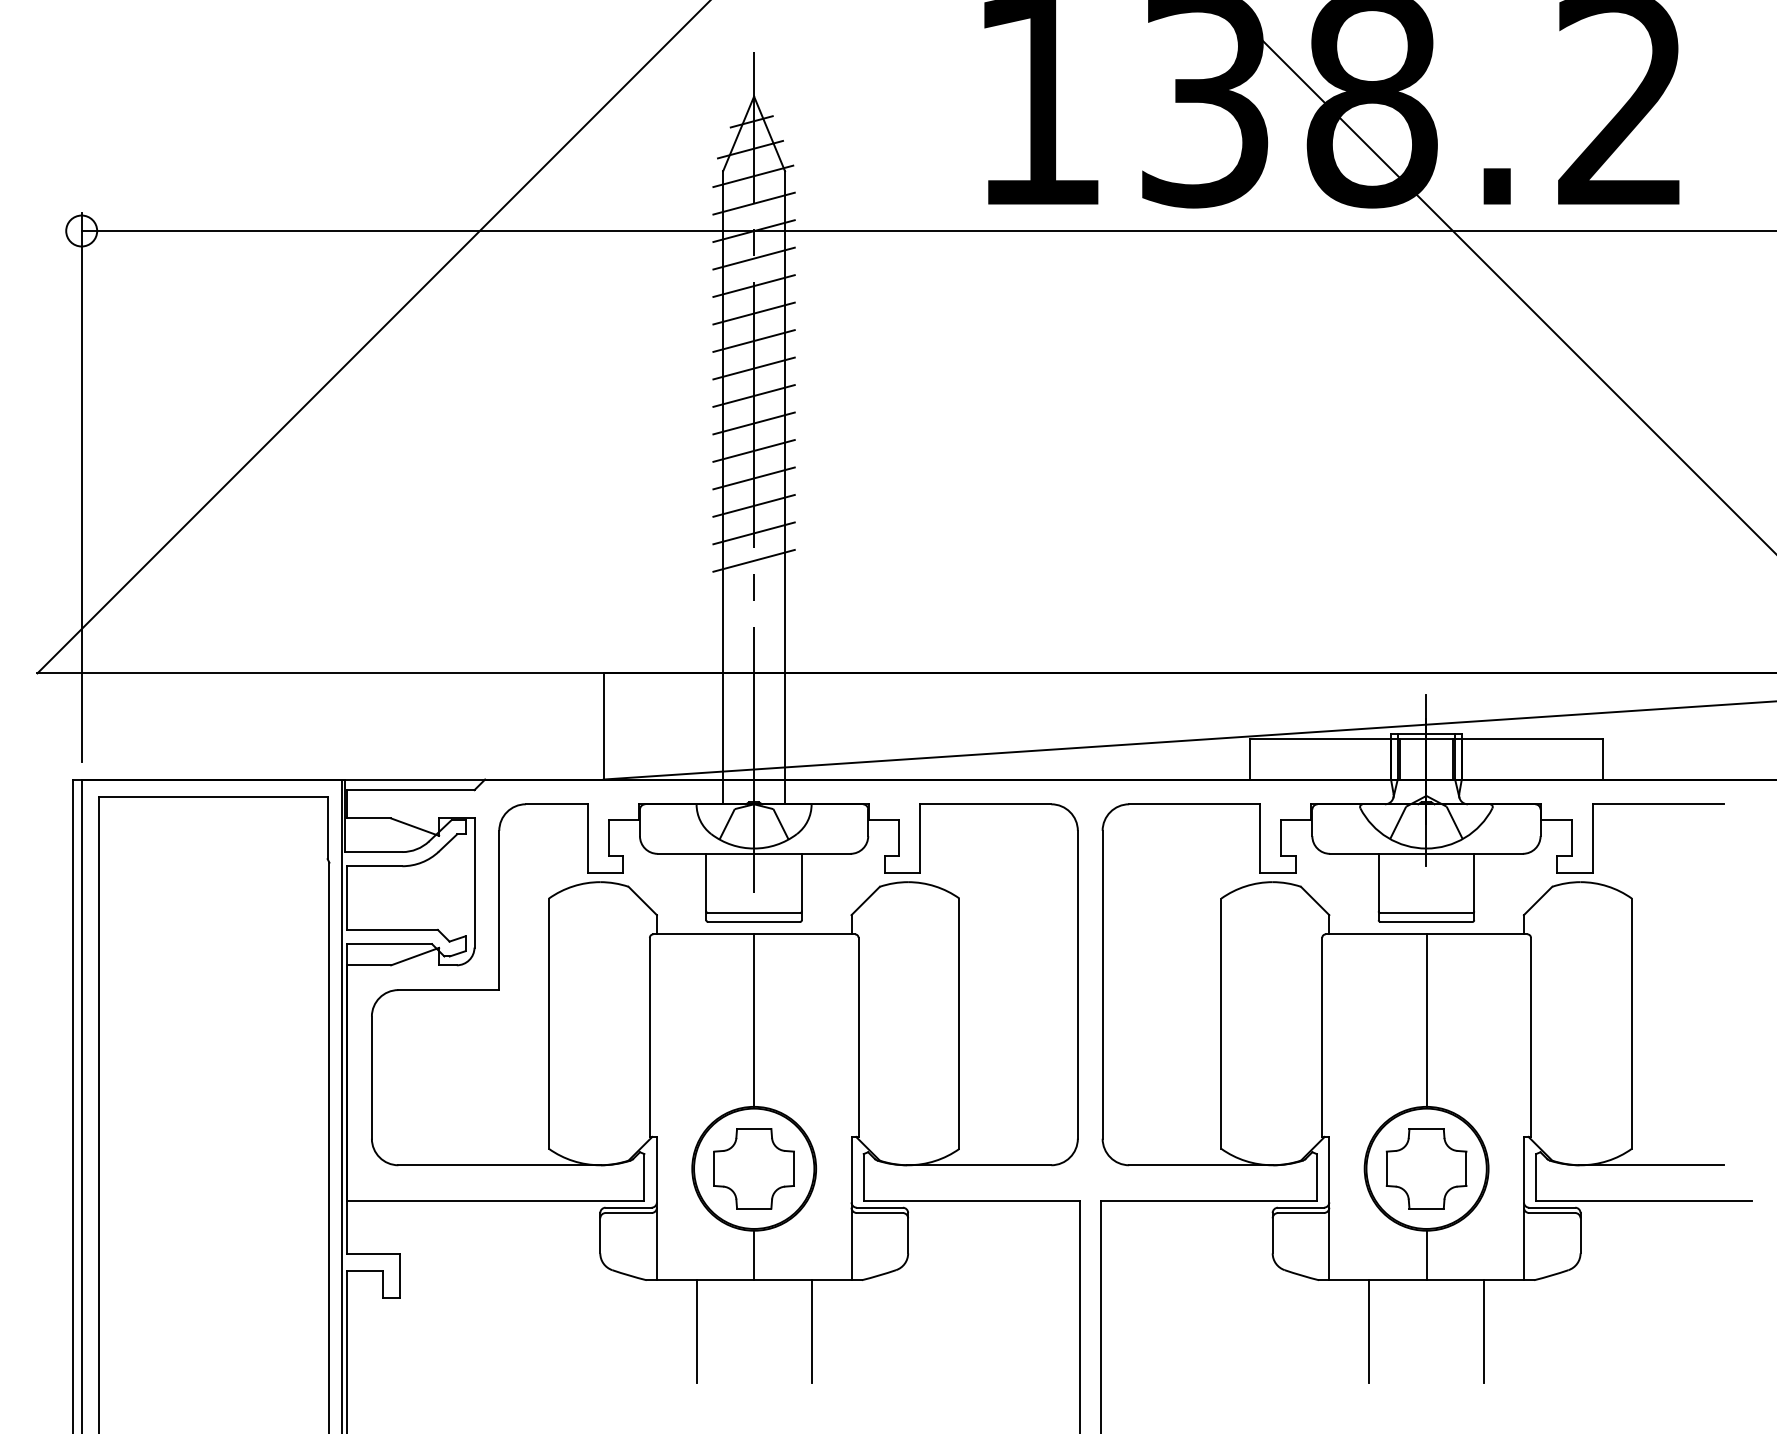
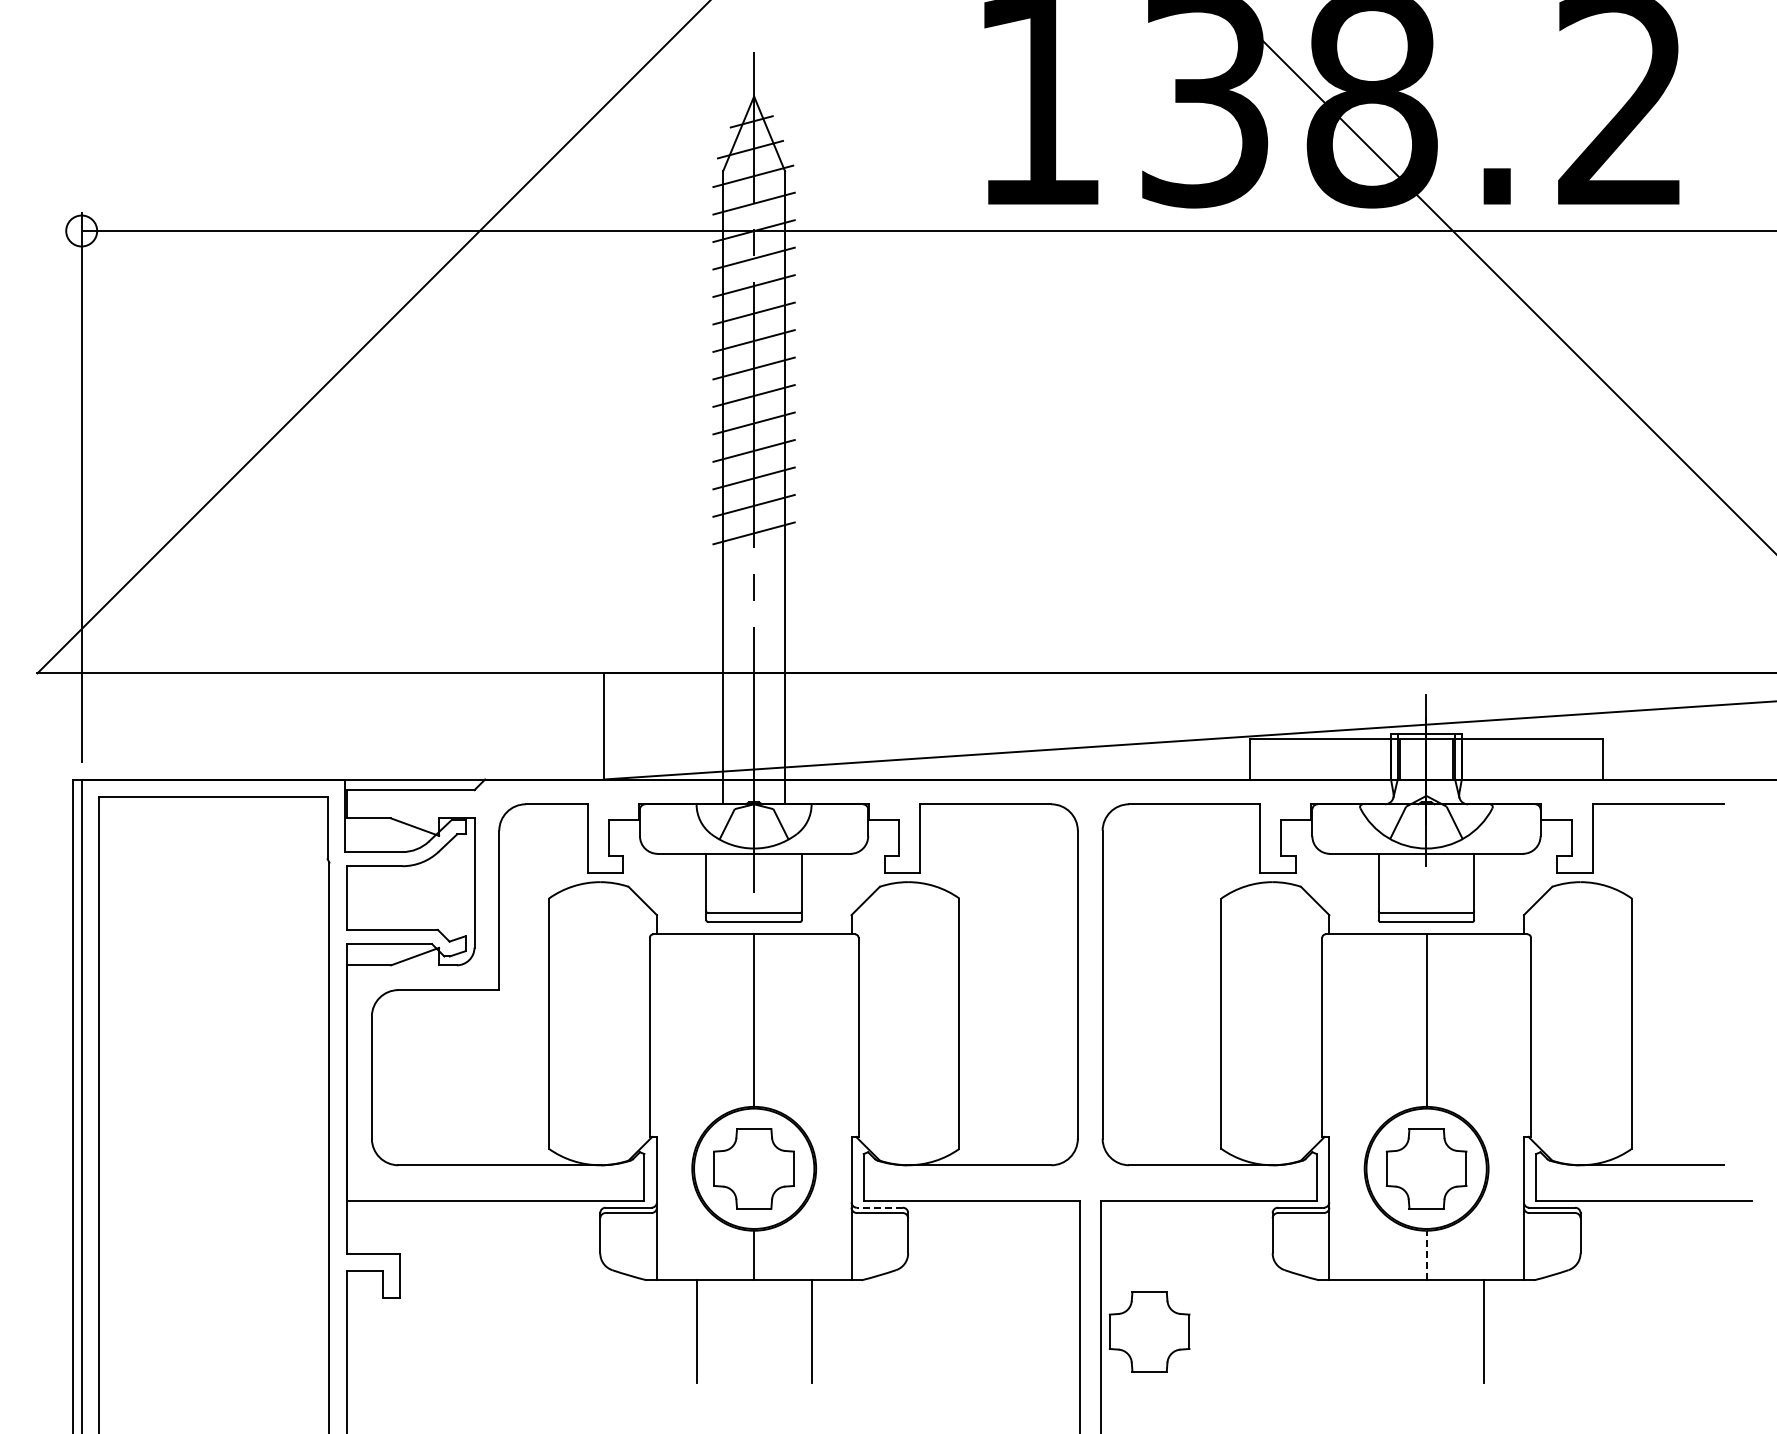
line at (753, 560): present -> none
line at (341, 1104): present -> none
line at (879, 1207): solid -> dashed
line at (1426, 1255): solid -> dashed
part at (1149, 1331): none -> present
line at (1369, 1331): present -> none
